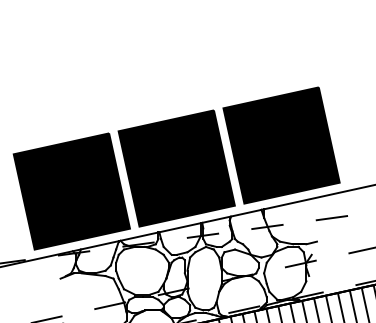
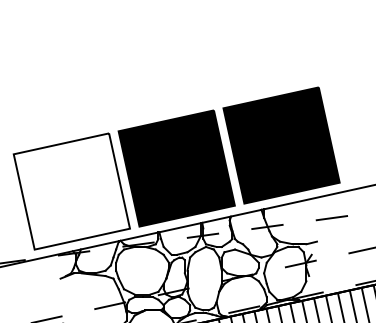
fill at (71, 191): present -> none
